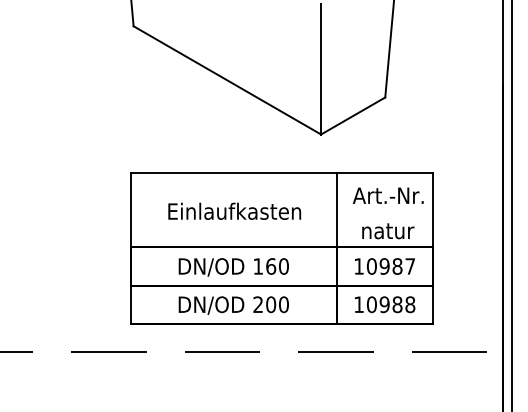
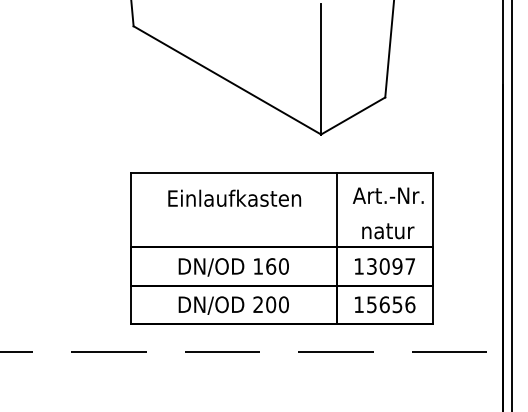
text at (234, 210) position: (234, 210) -> (234, 197)
text at (384, 266): 10987 -> 13097
text at (390, 304): 10988 -> 15656
